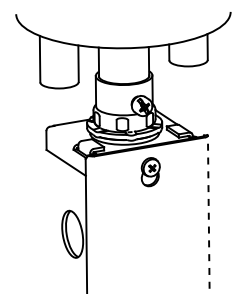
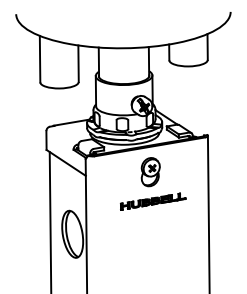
part at (152, 201): none -> present
line at (208, 214): dashed -> solid
line at (50, 221): none -> present
